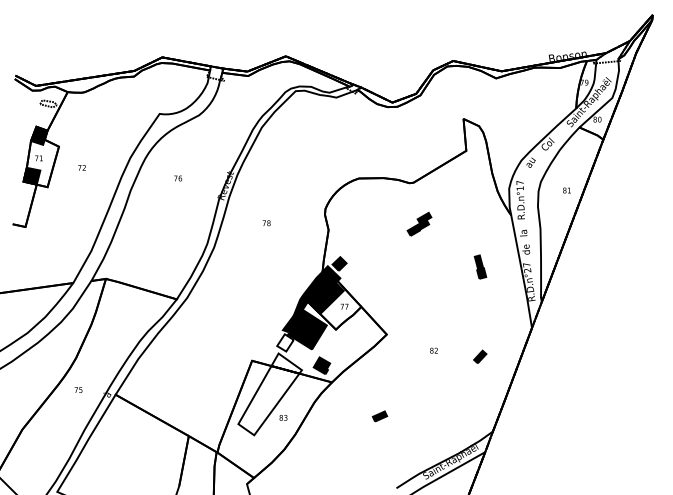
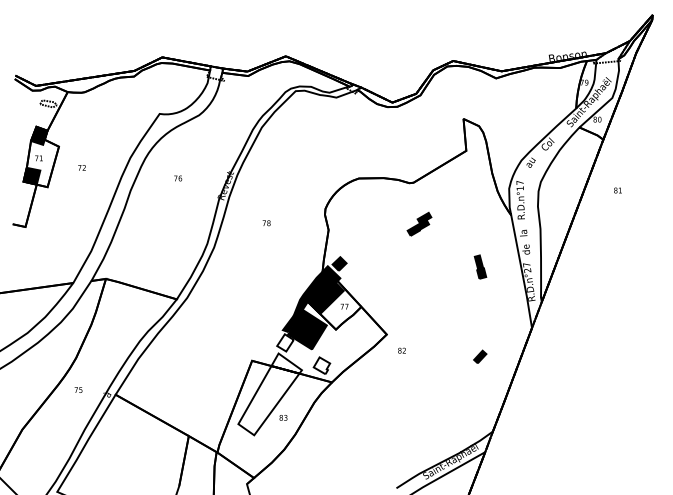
text at (566, 190) position: (566, 190) -> (617, 190)
text at (433, 350) position: (433, 350) -> (401, 350)
fill at (321, 365): present -> none
part at (379, 416): present -> none
